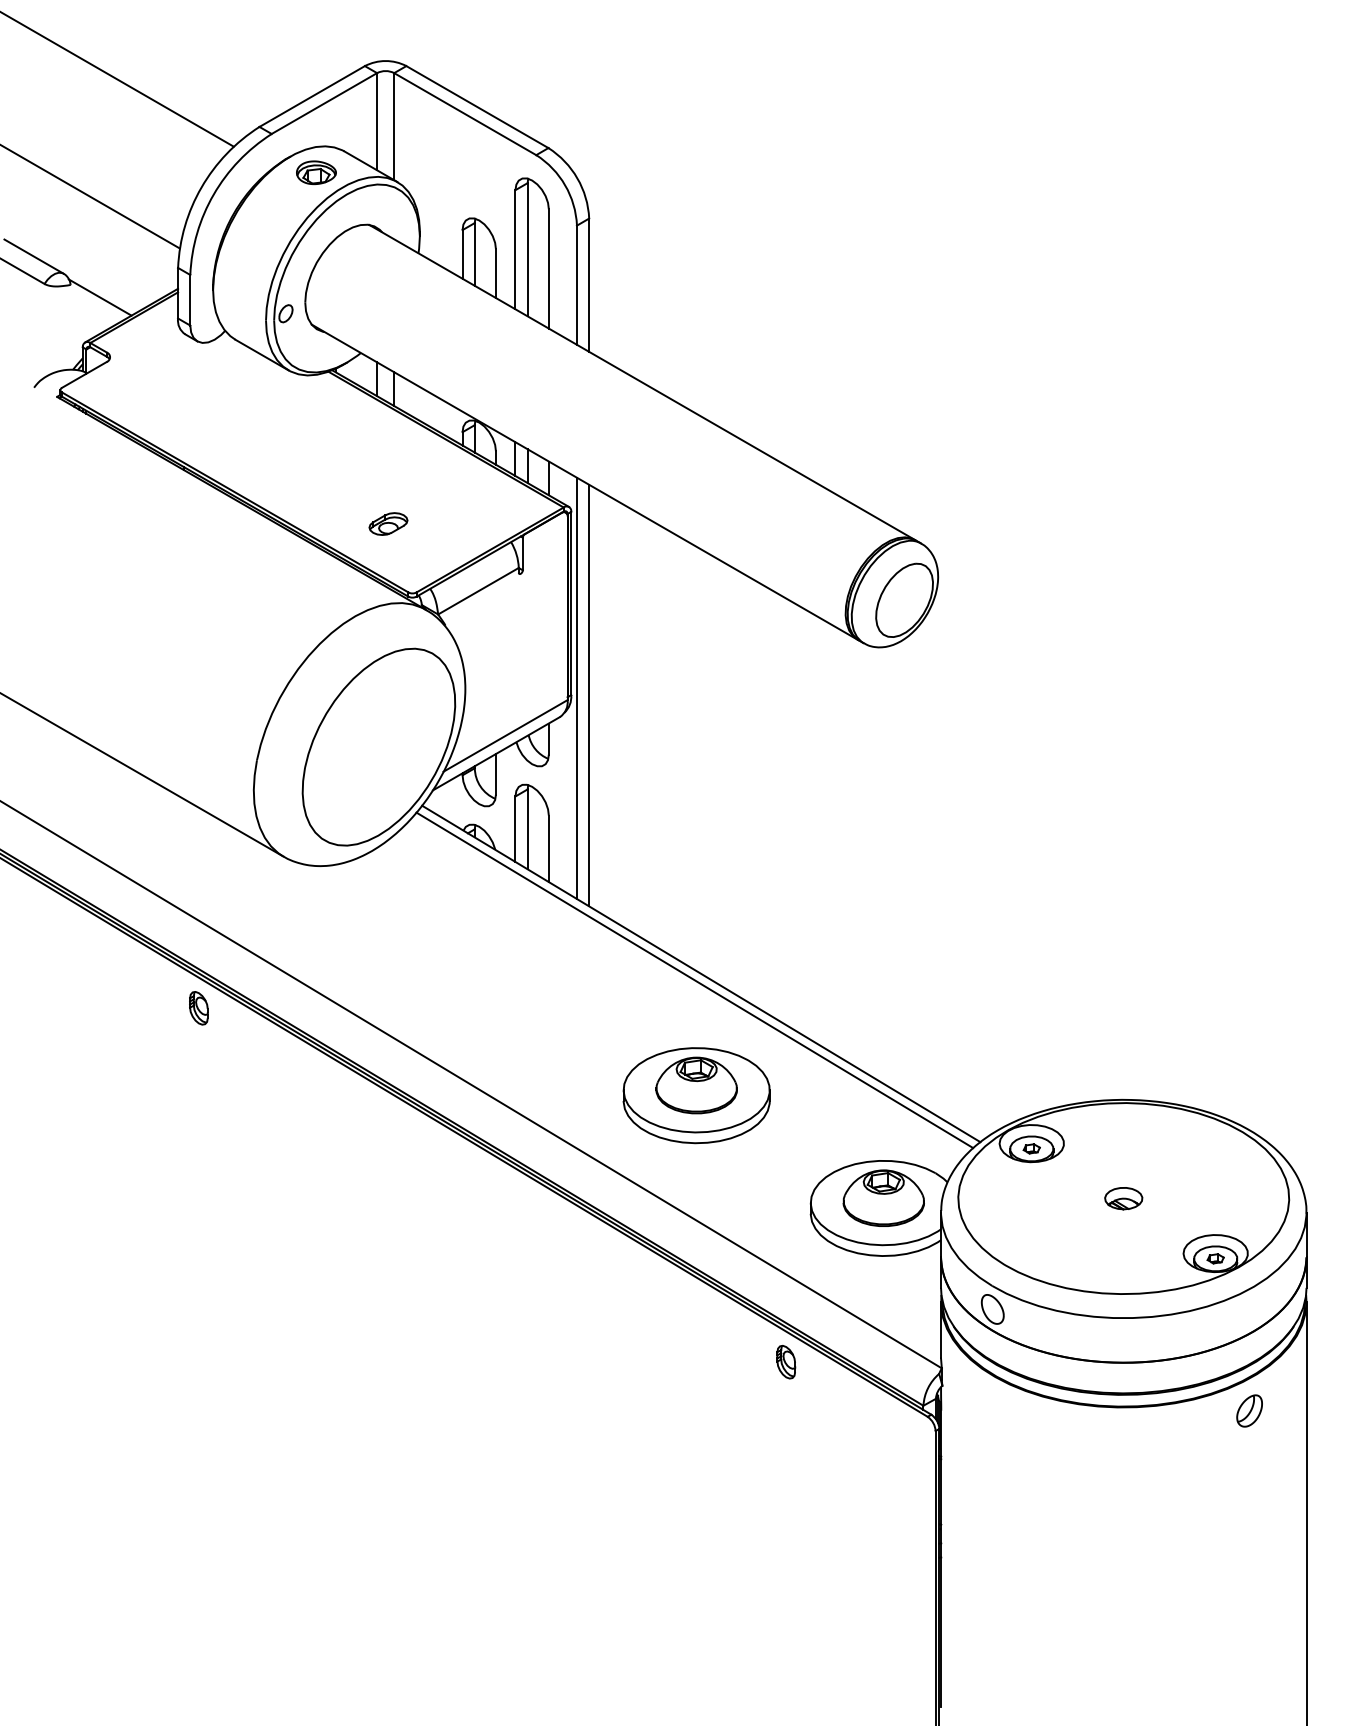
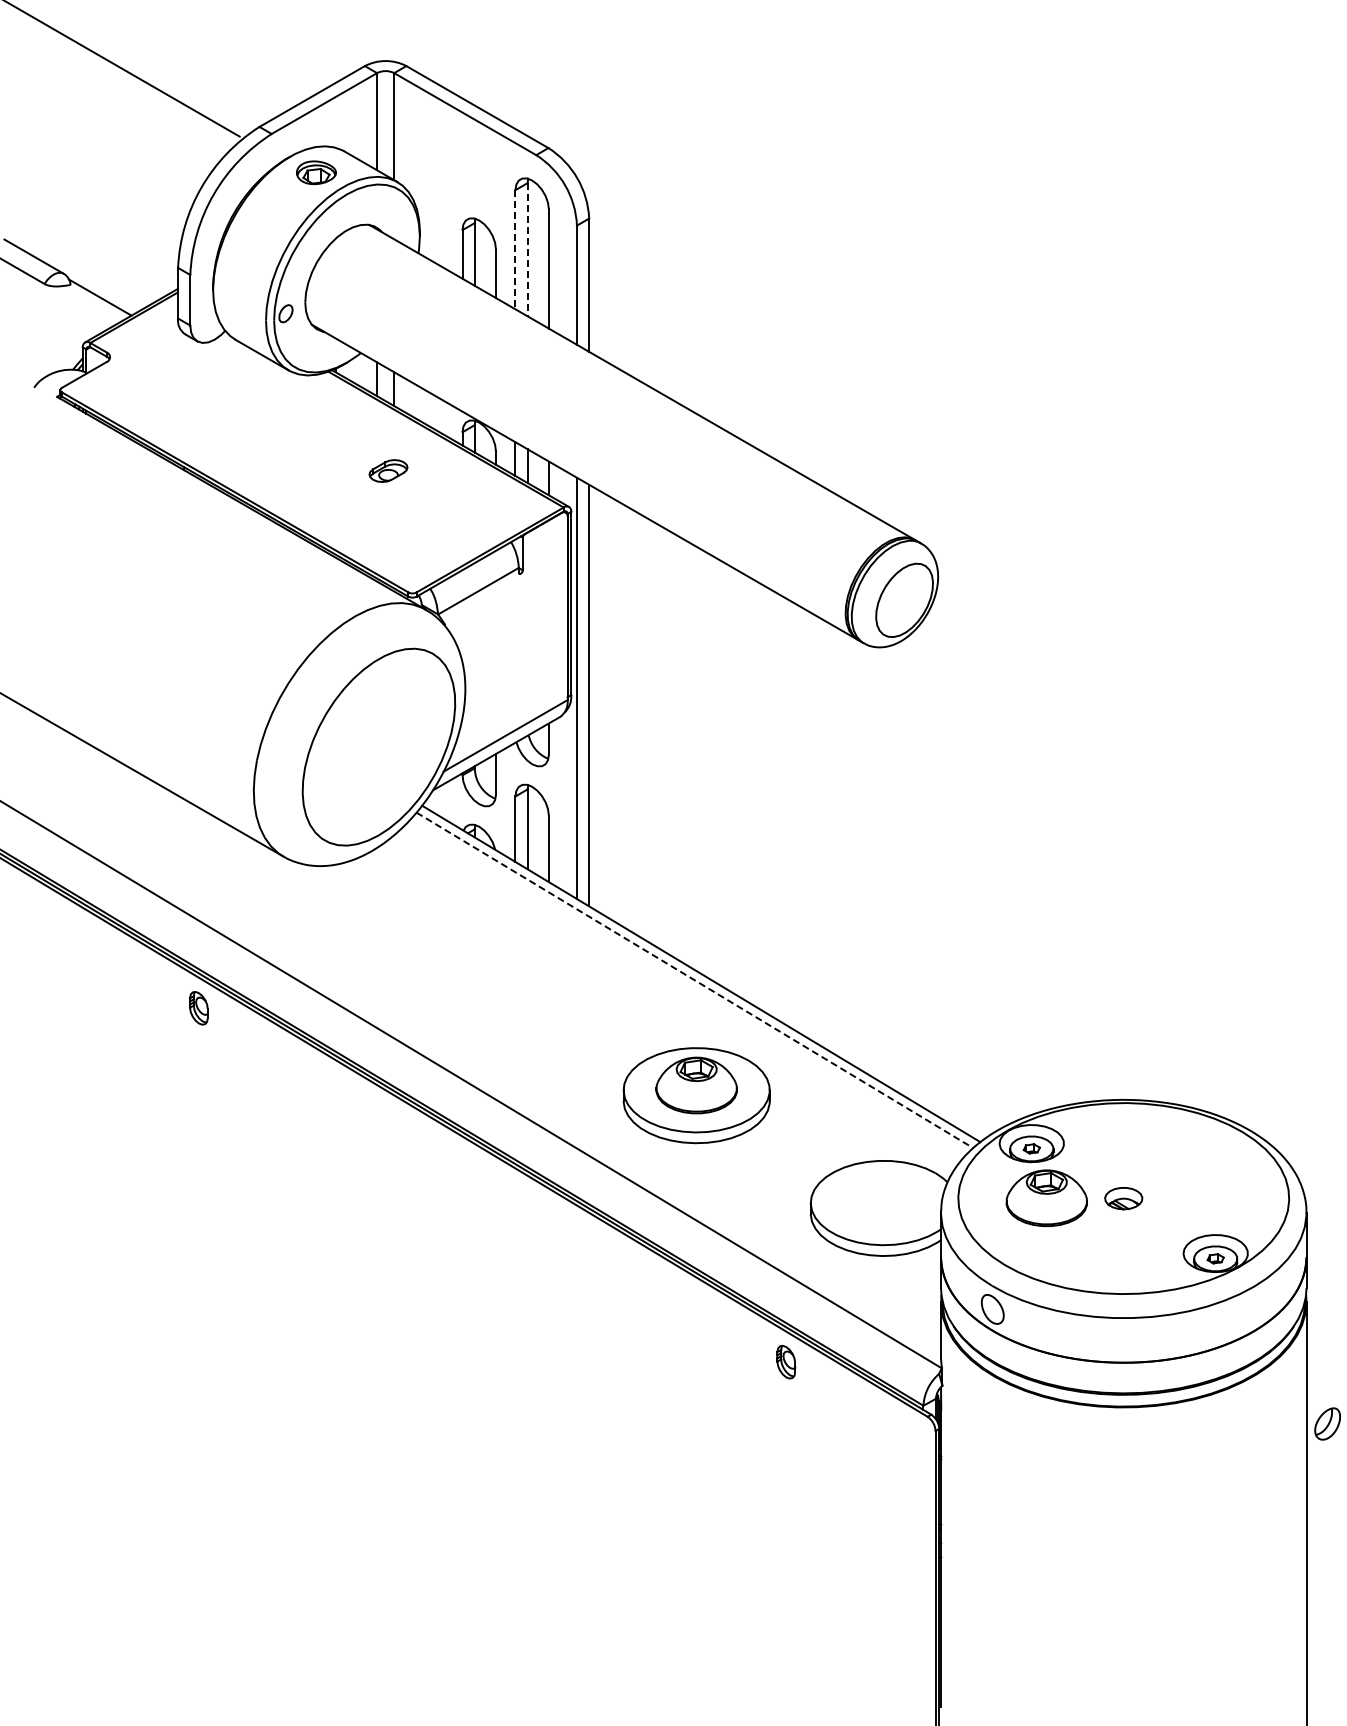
line at (117, 79) position: (117, 79) -> (122, 69)
line at (90, 196): present -> none
line at (515, 249): solid -> dashed
line at (527, 249): solid -> dashed
part at (388, 523) position: (388, 523) -> (388, 470)
line at (694, 980): solid -> dashed
part at (883, 1197) position: (883, 1197) -> (1046, 1197)
part at (1249, 1410) position: (1249, 1410) -> (1327, 1423)
